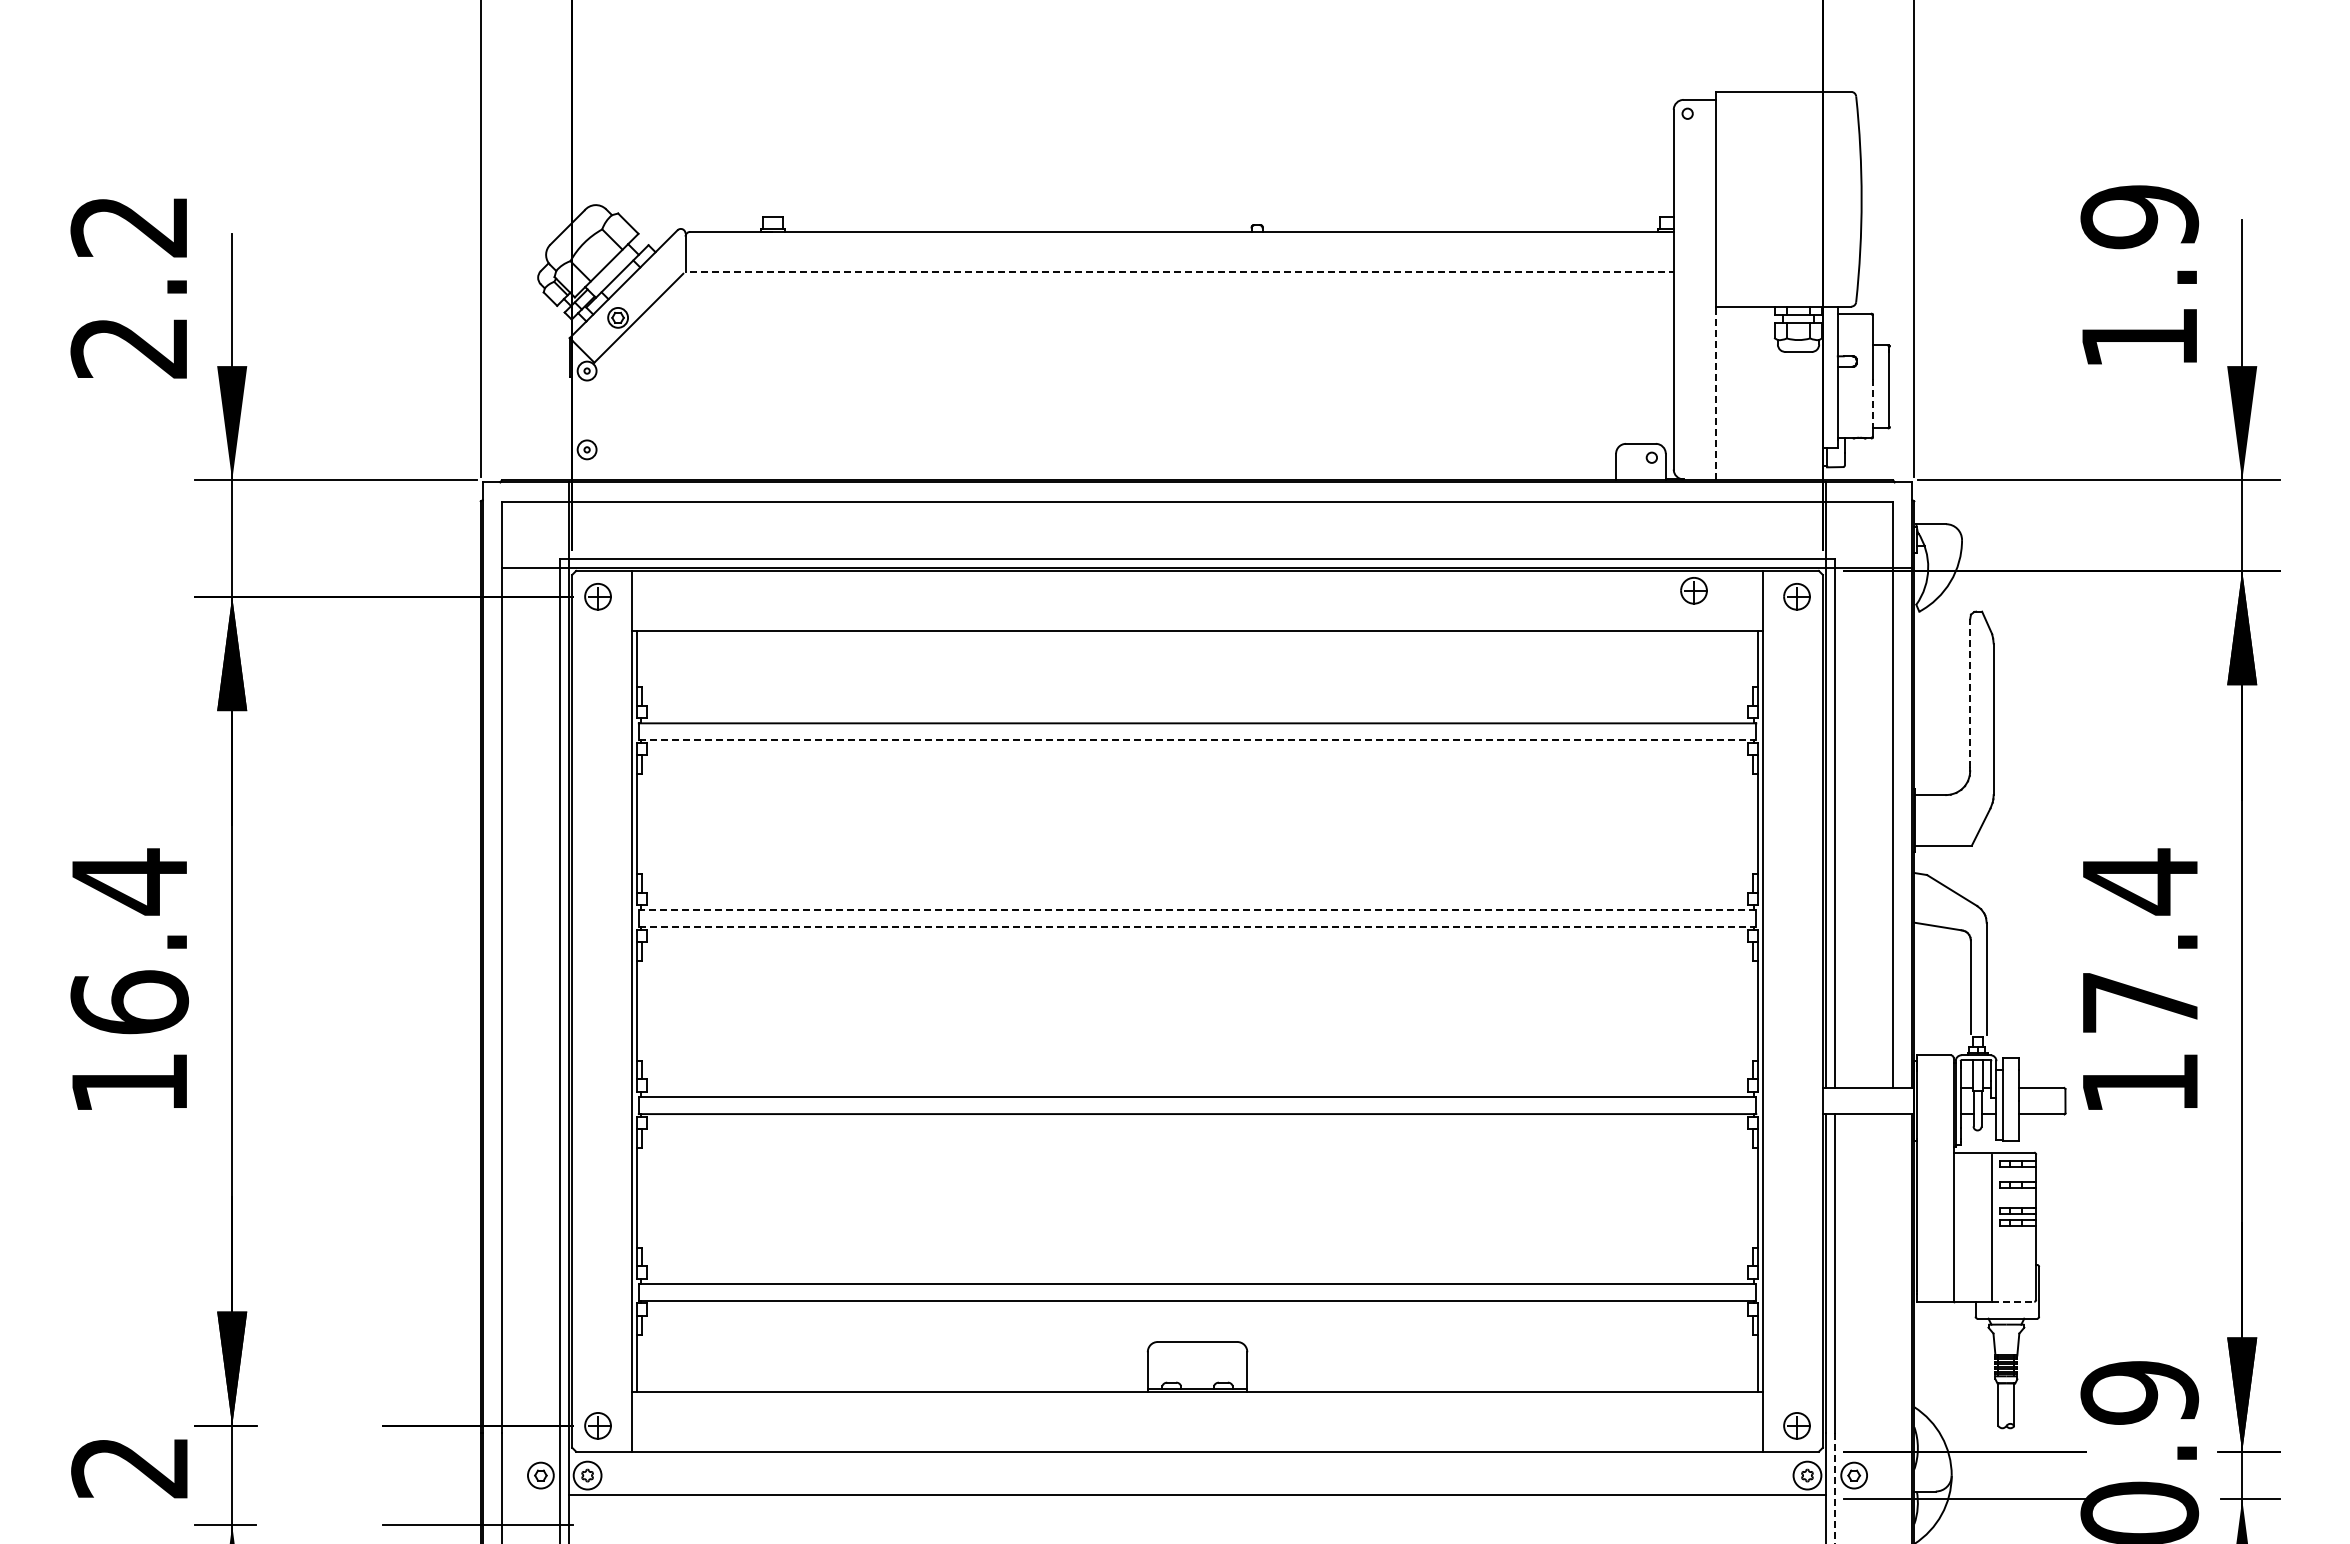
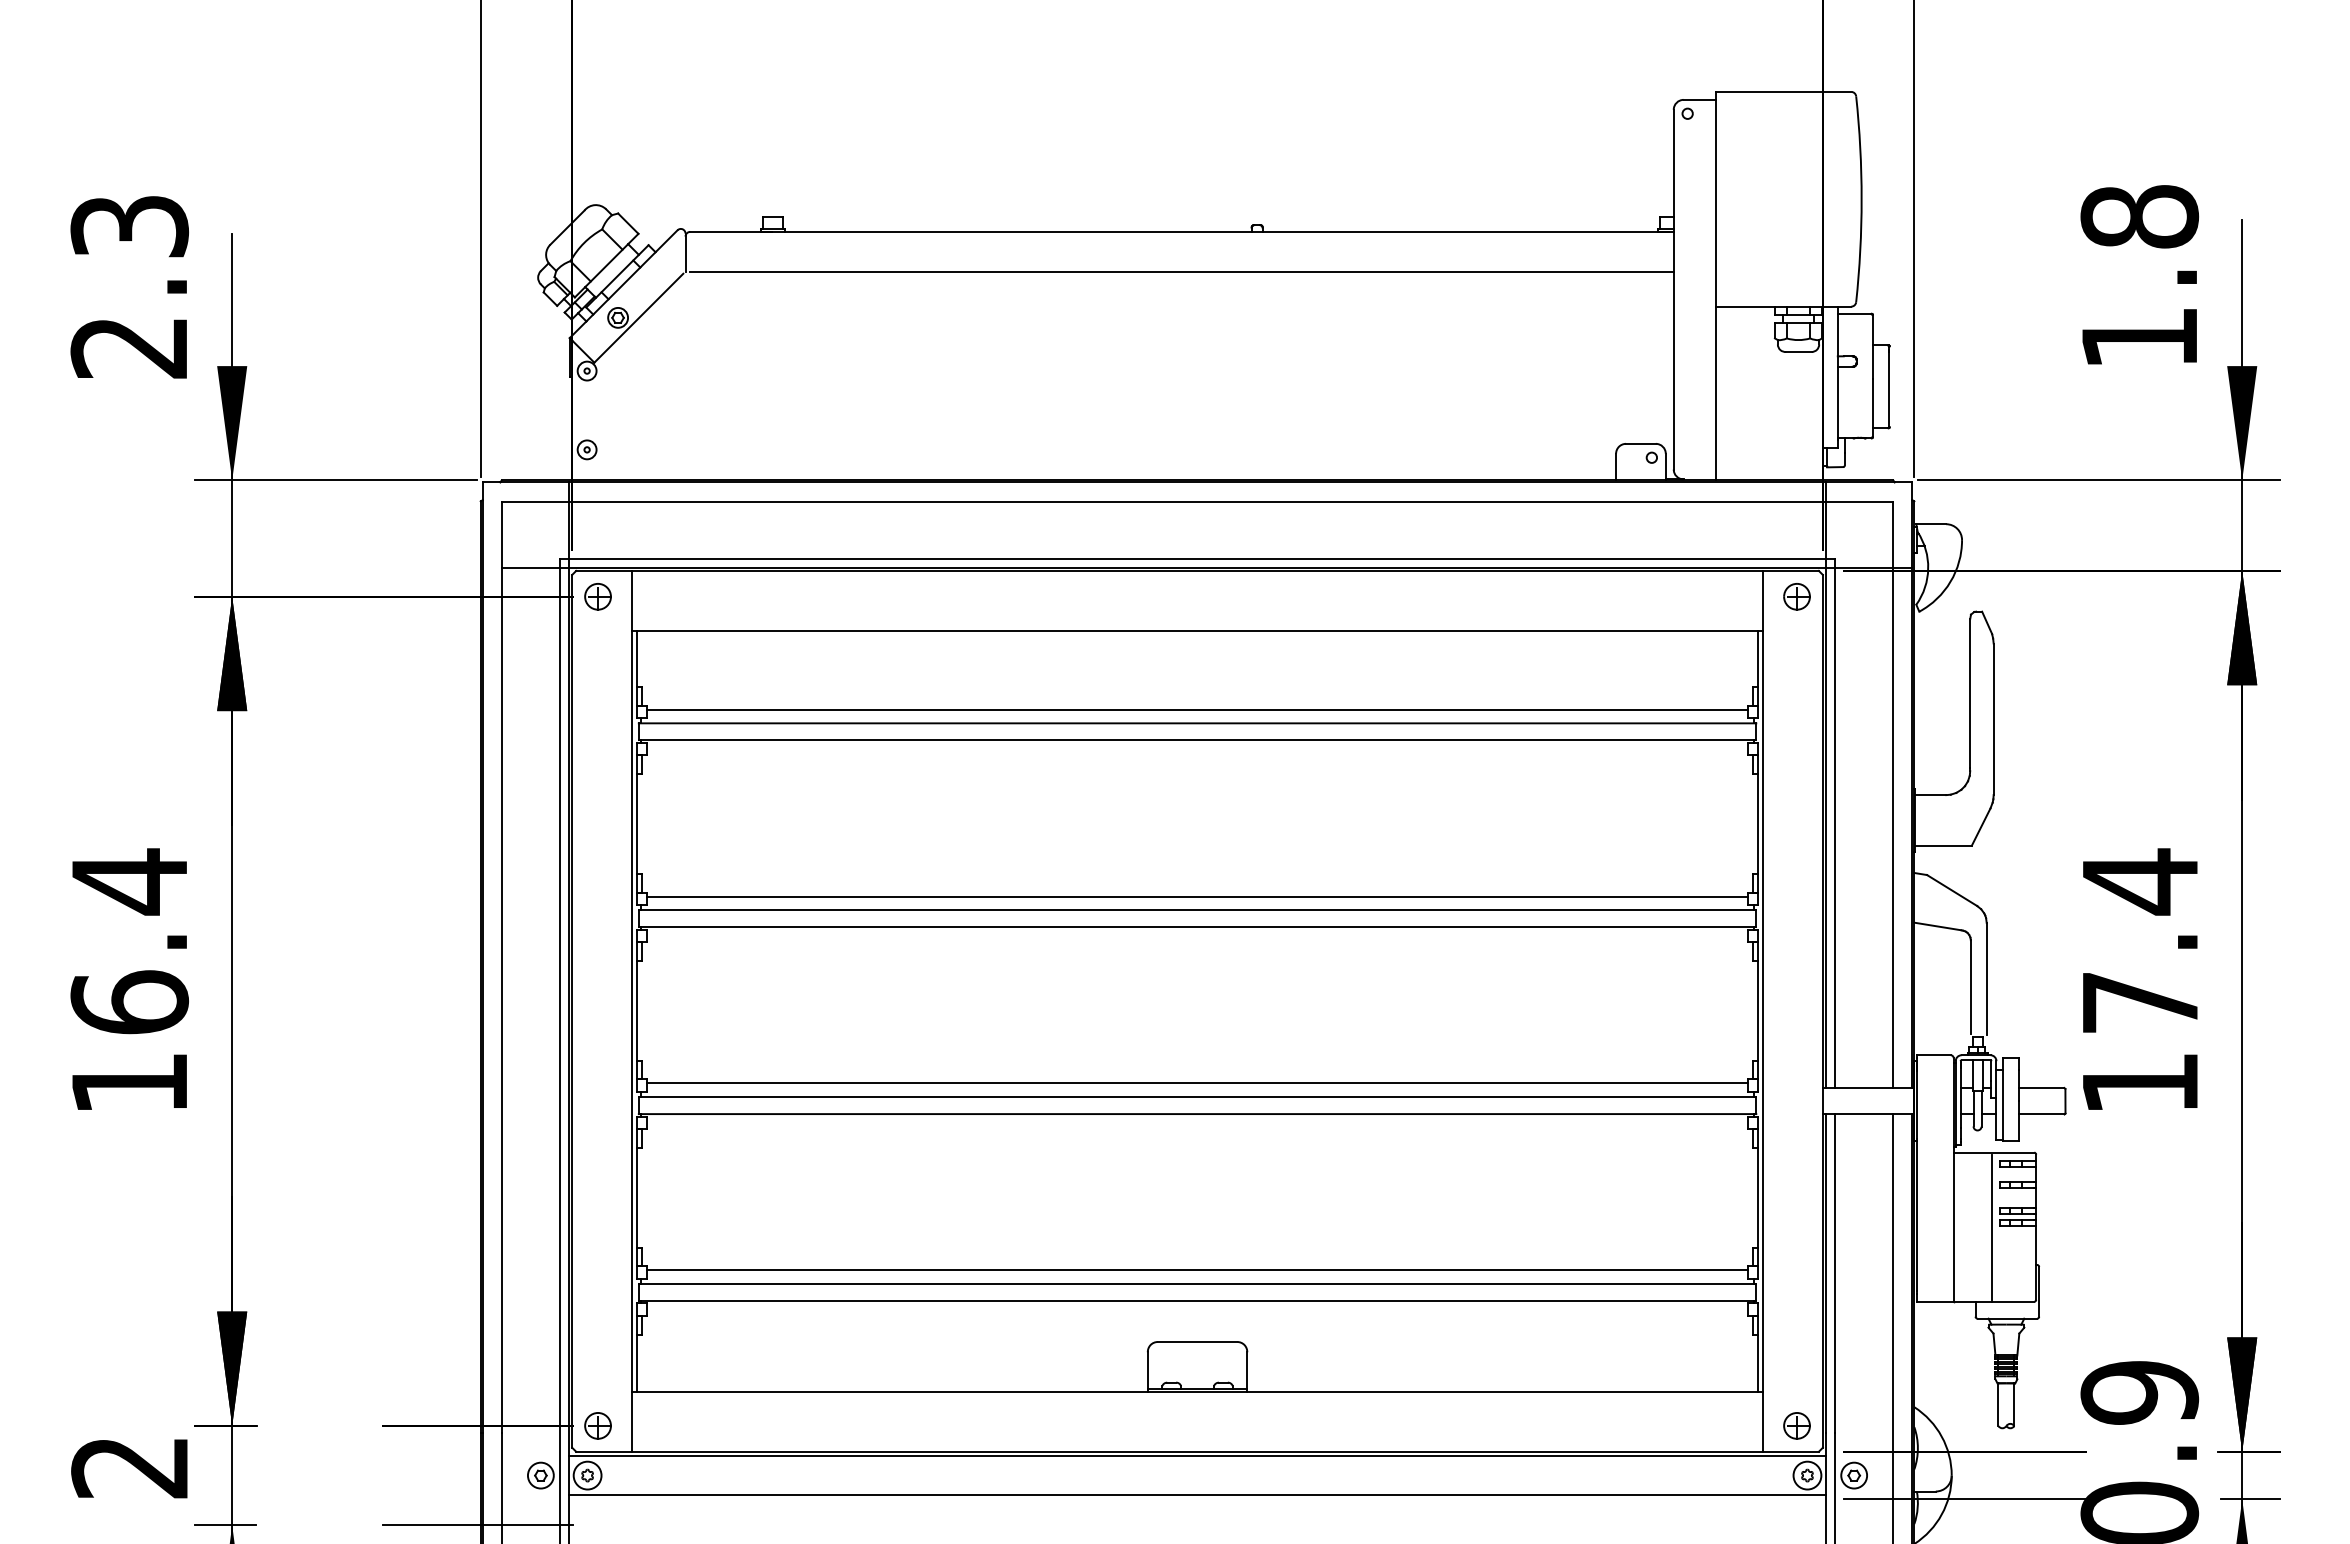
text at (2139, 217): 1.9 -> 1.8
text at (129, 226): 2.2 -> 2.3
line at (1182, 271): dashed -> solid
line at (1715, 393): dashed -> solid
line at (1872, 404): dashed -> solid
part at (1693, 590): present -> none
line at (1970, 693): dashed -> solid
line at (1197, 709): none -> present
line at (1197, 740): dashed -> solid
line at (1197, 896): none -> present
line at (1197, 910): dashed -> solid
line at (1197, 927): dashed -> solid
line at (1197, 1083): none -> present
line at (1197, 1270): none -> present
line at (2013, 1301): dashed -> solid
line at (1893, 1327): none -> present
line at (1197, 1455): none -> present
line at (1835, 1488): dashed -> solid
